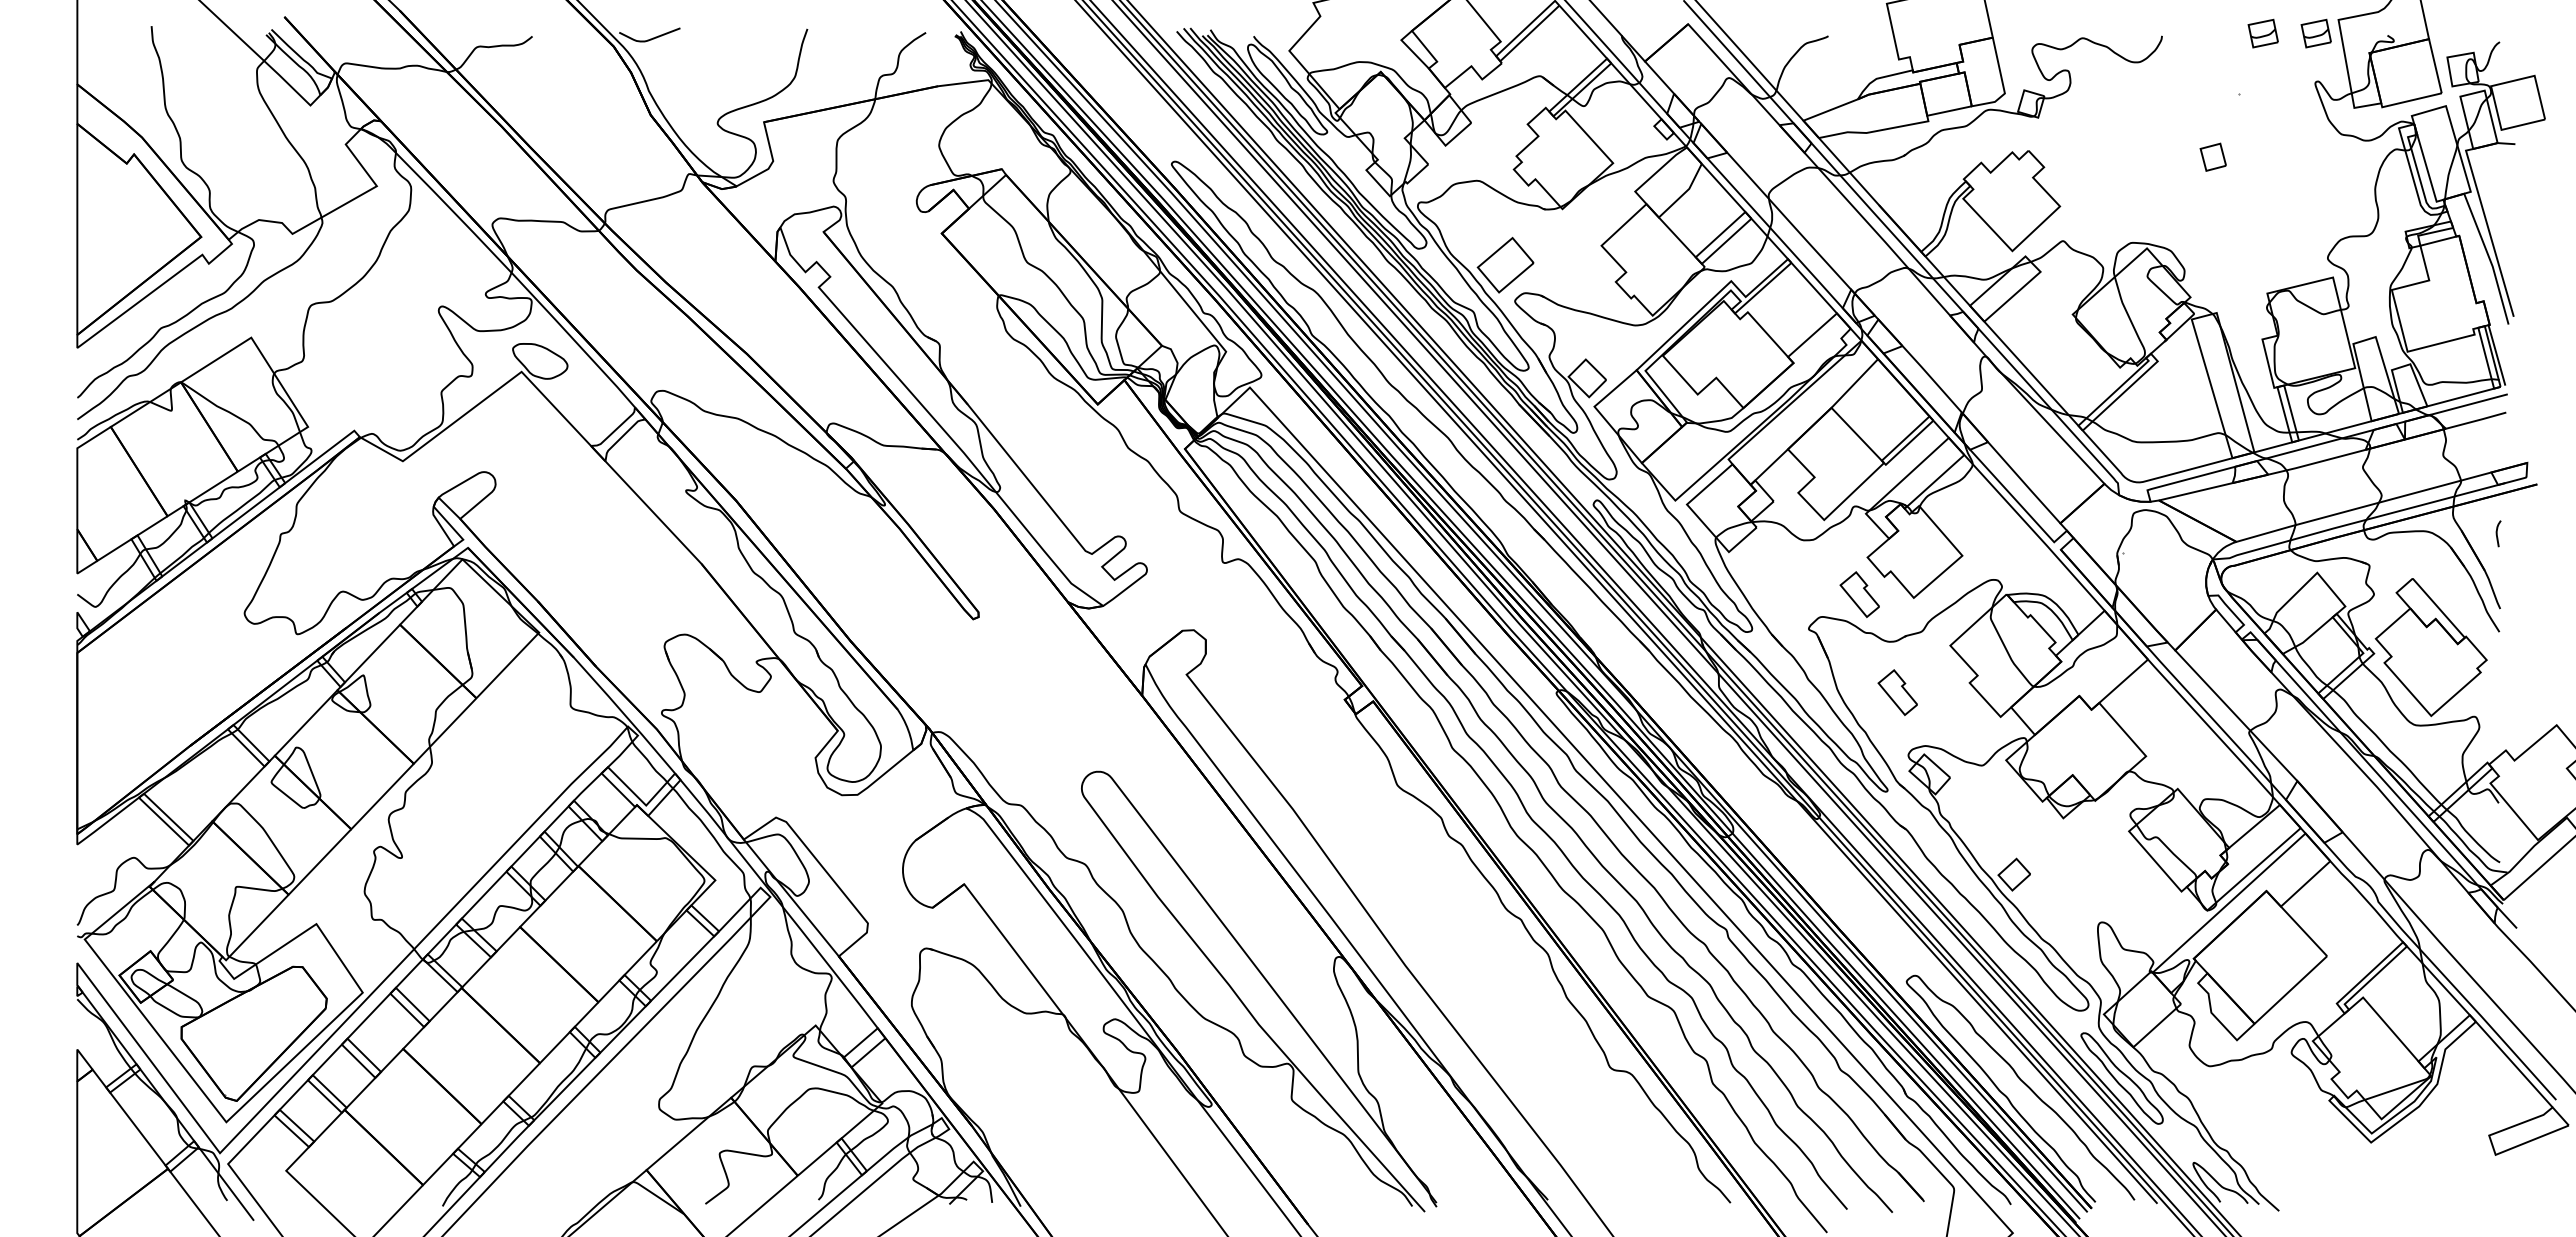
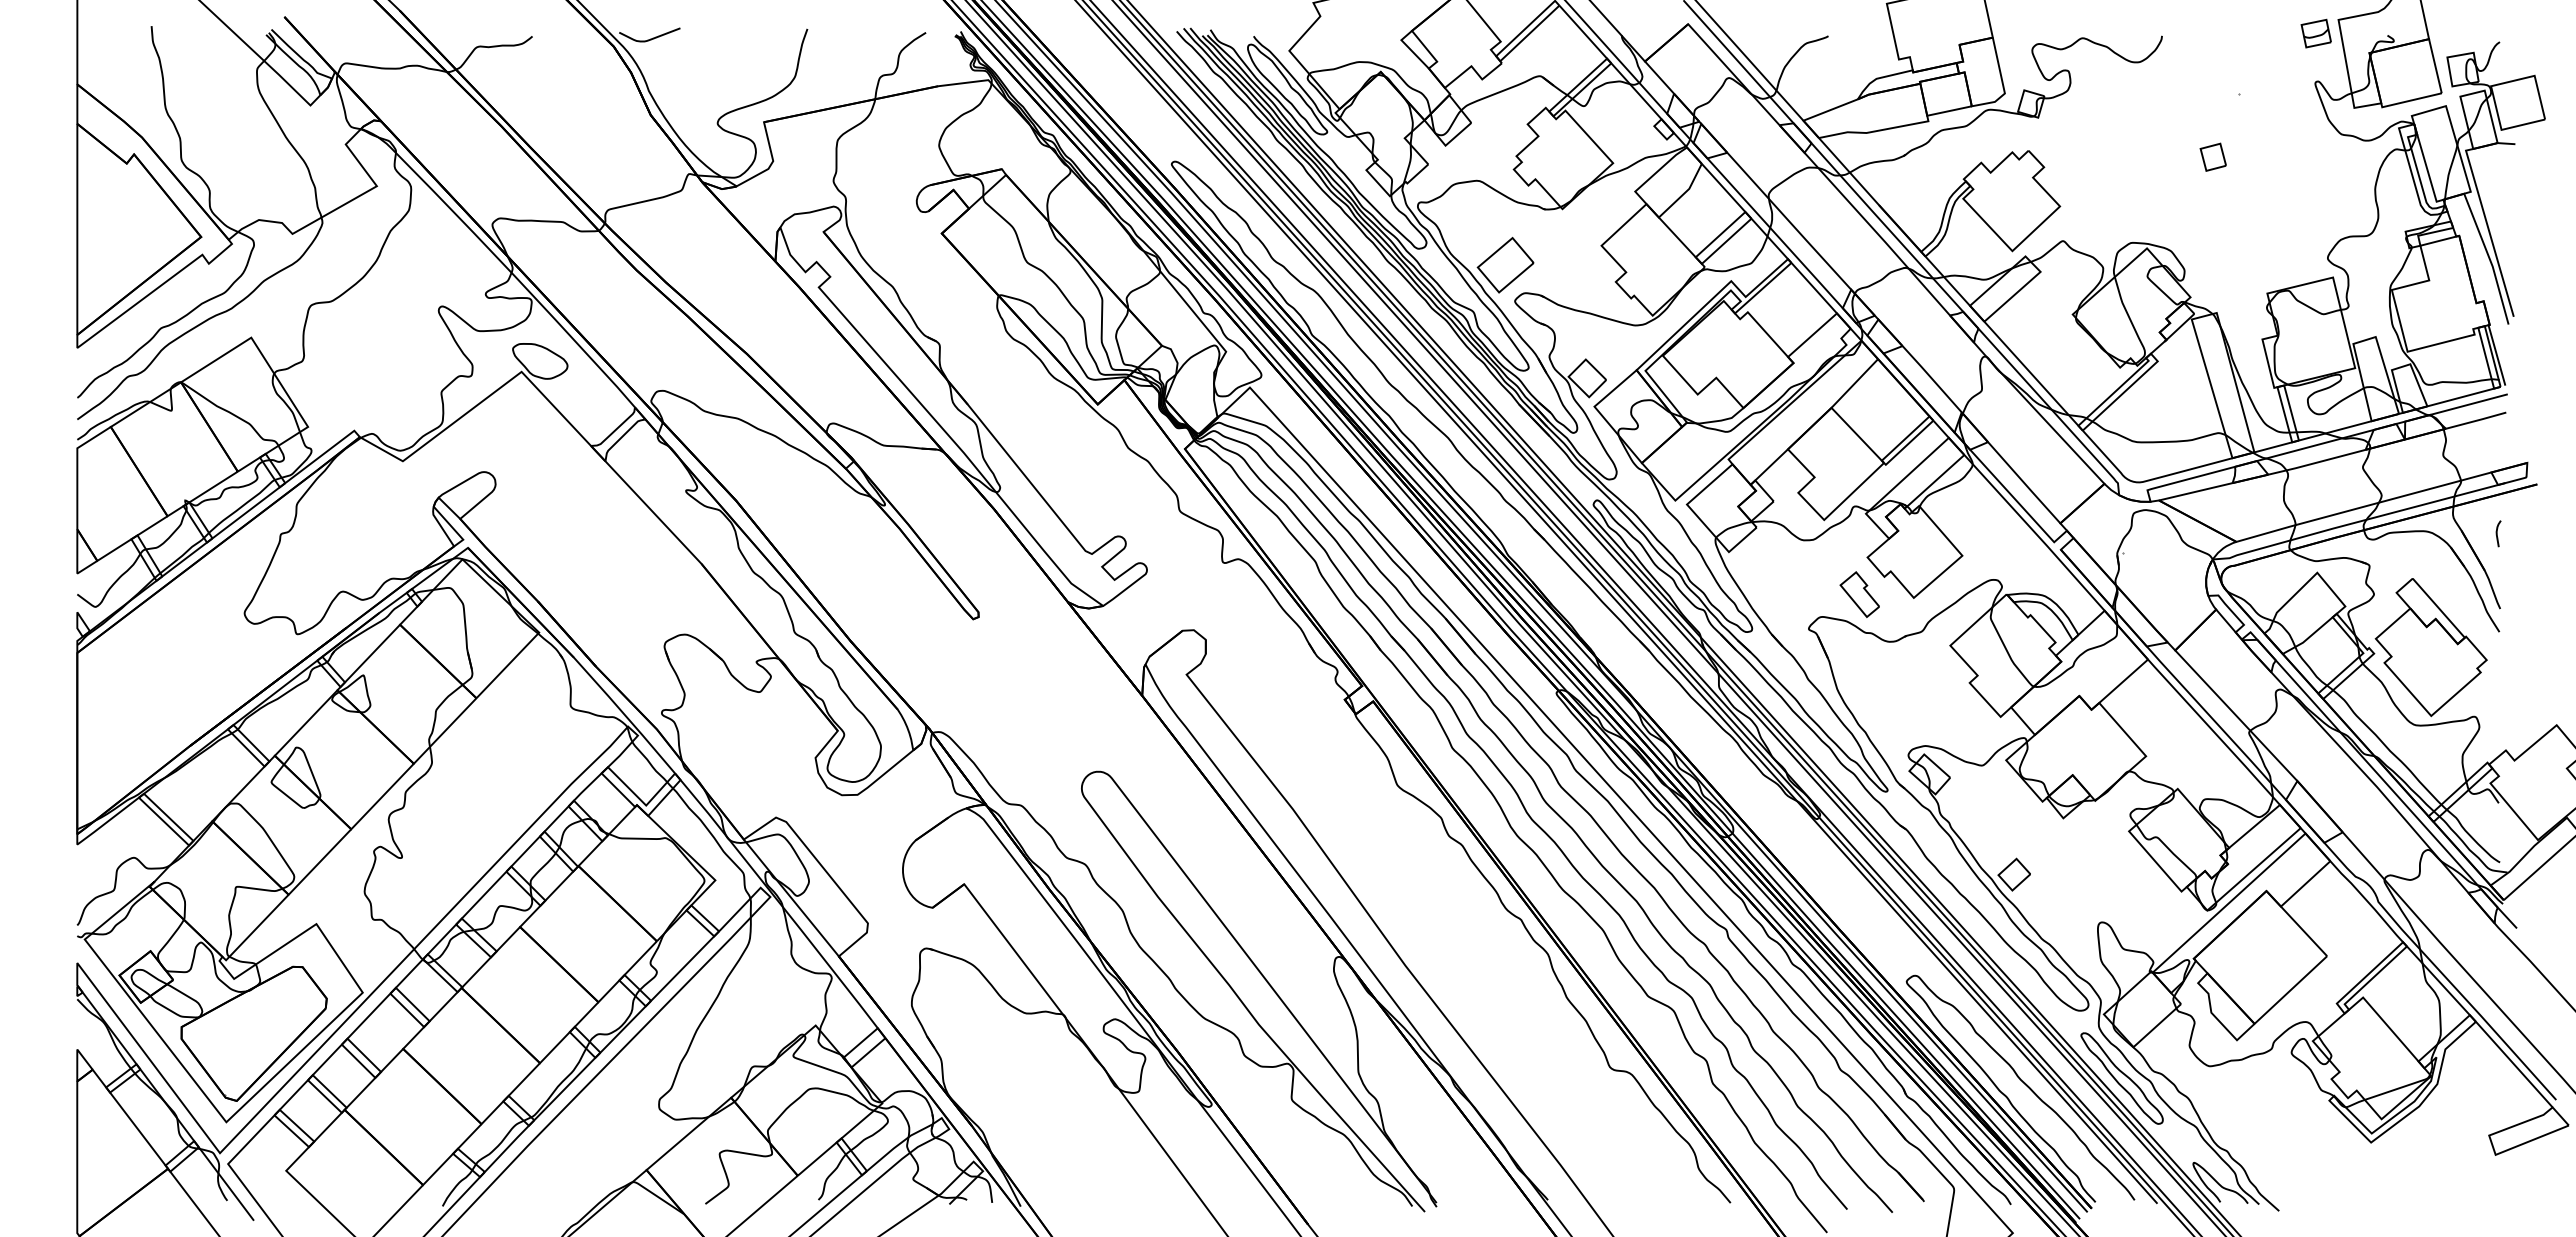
part at (2262, 33): present -> none
part at (1897, 692): present -> none
